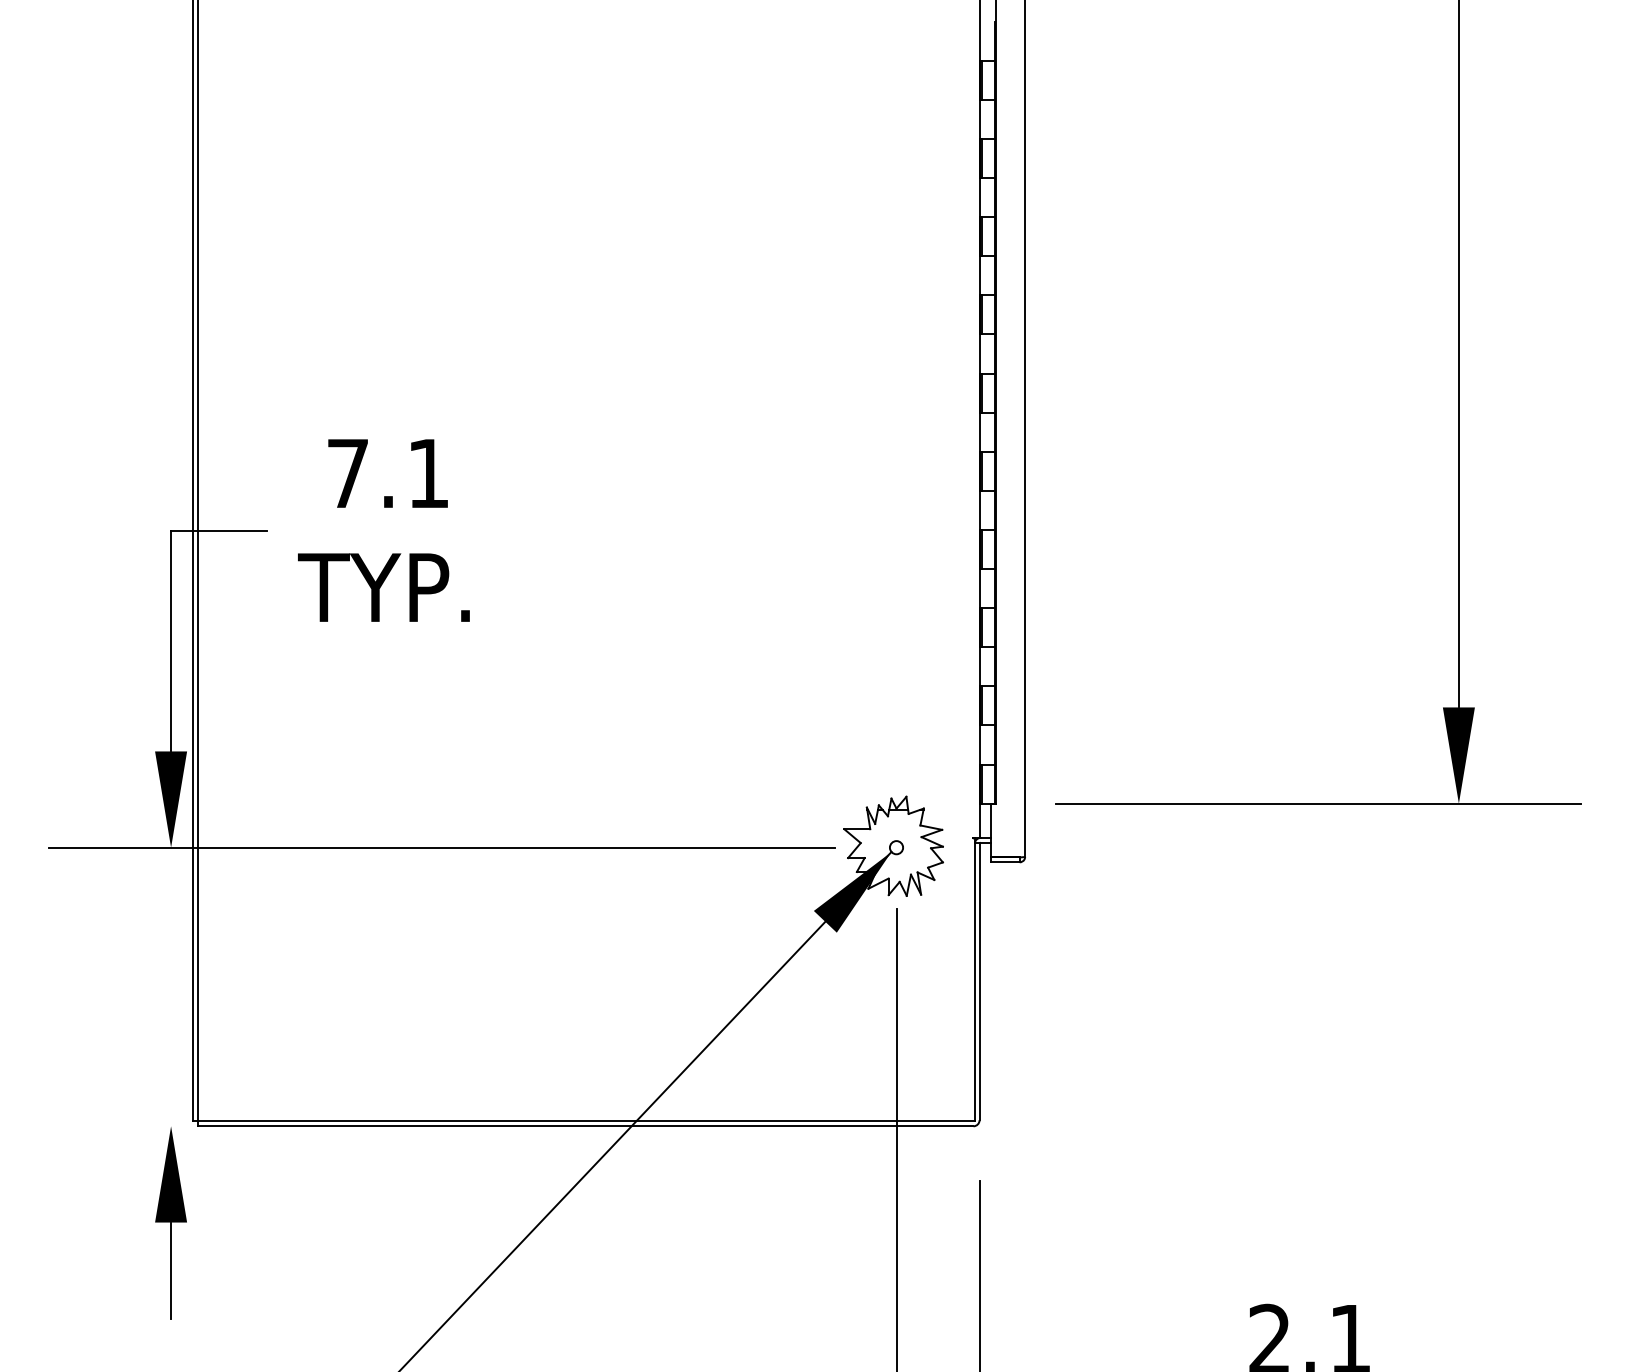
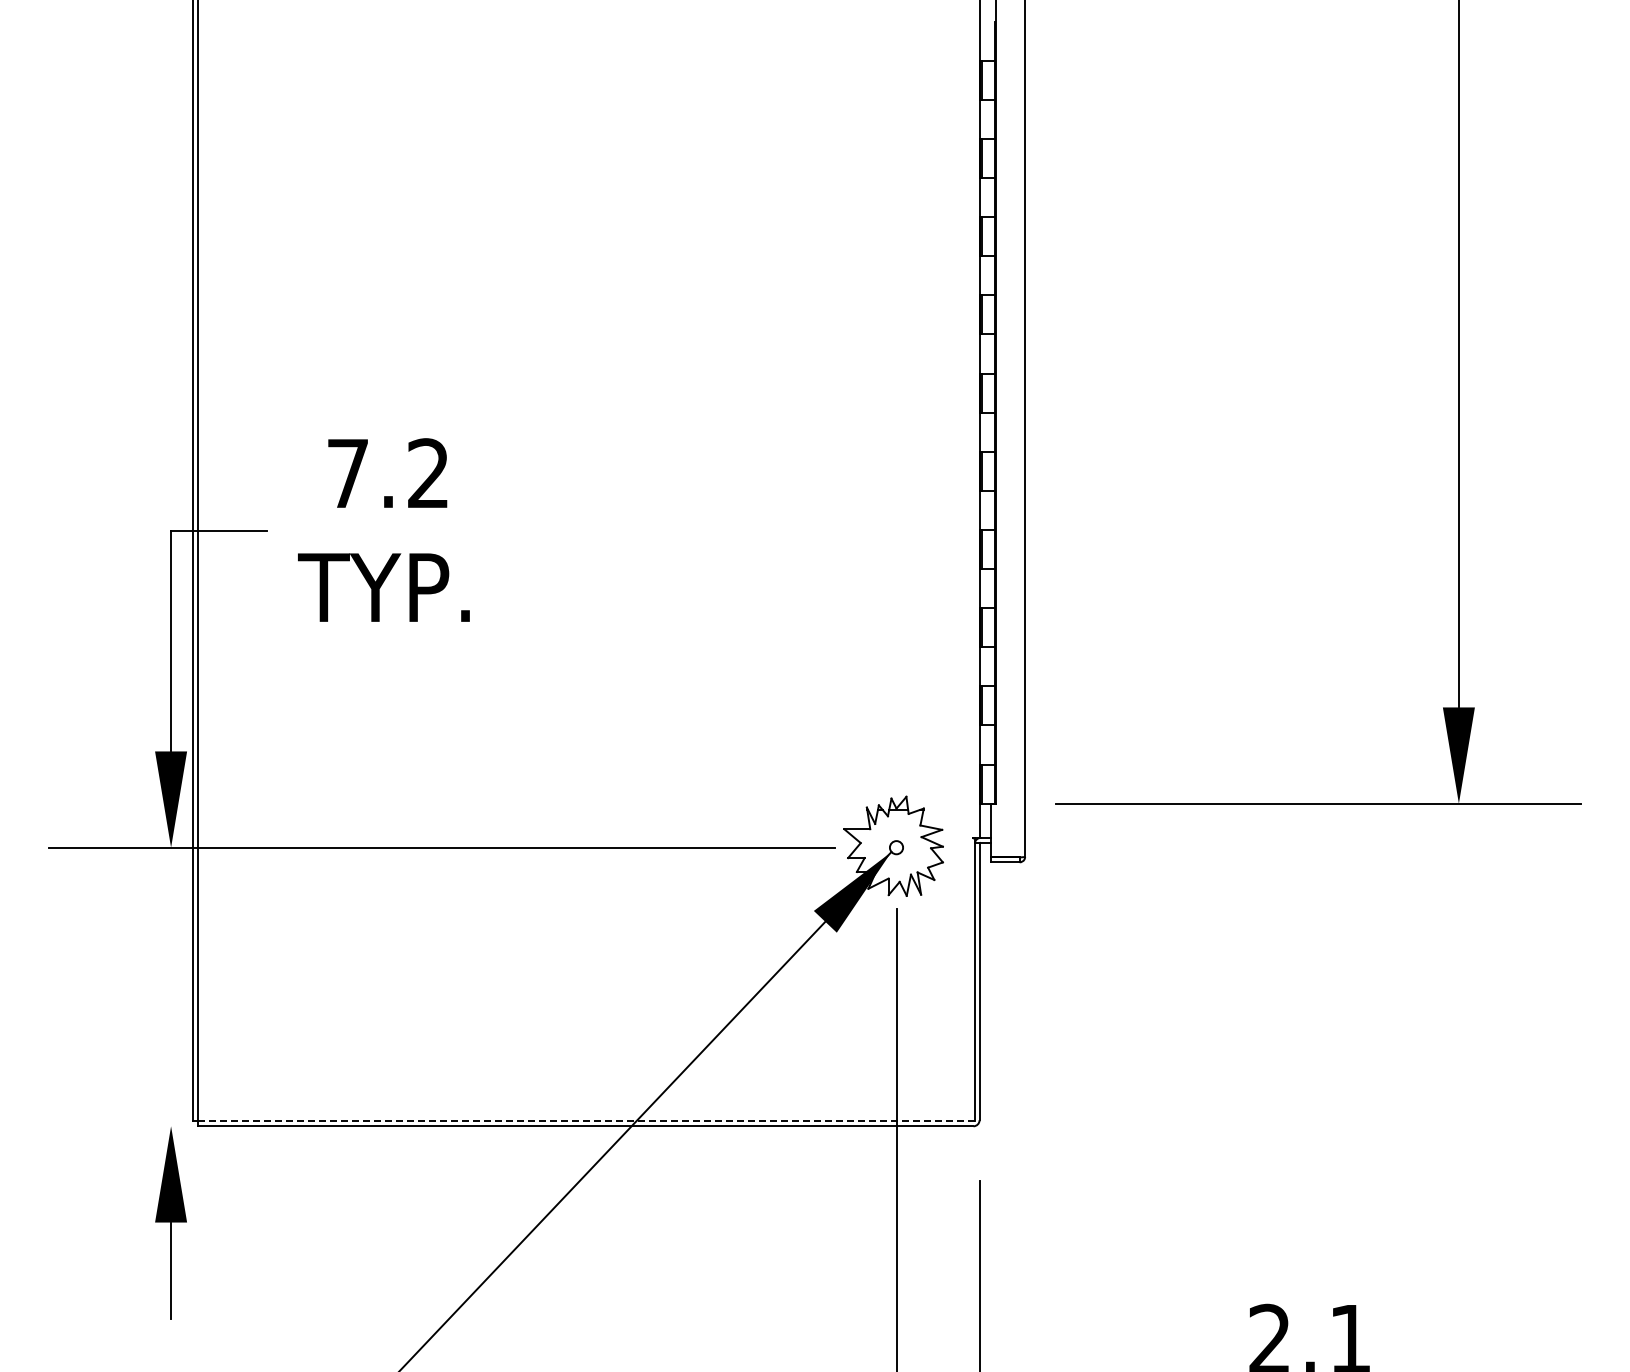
text at (427, 472): 7.1 -> 7.2
line at (586, 1121): solid -> dashed
